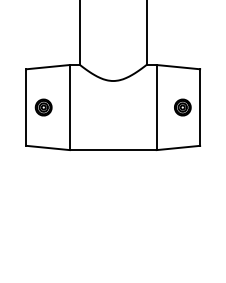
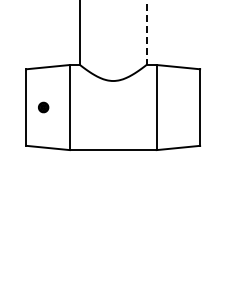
line at (146, 33): solid -> dashed
part at (43, 107) size: 19x19 px -> 12x13 px
part at (182, 107): present -> none
